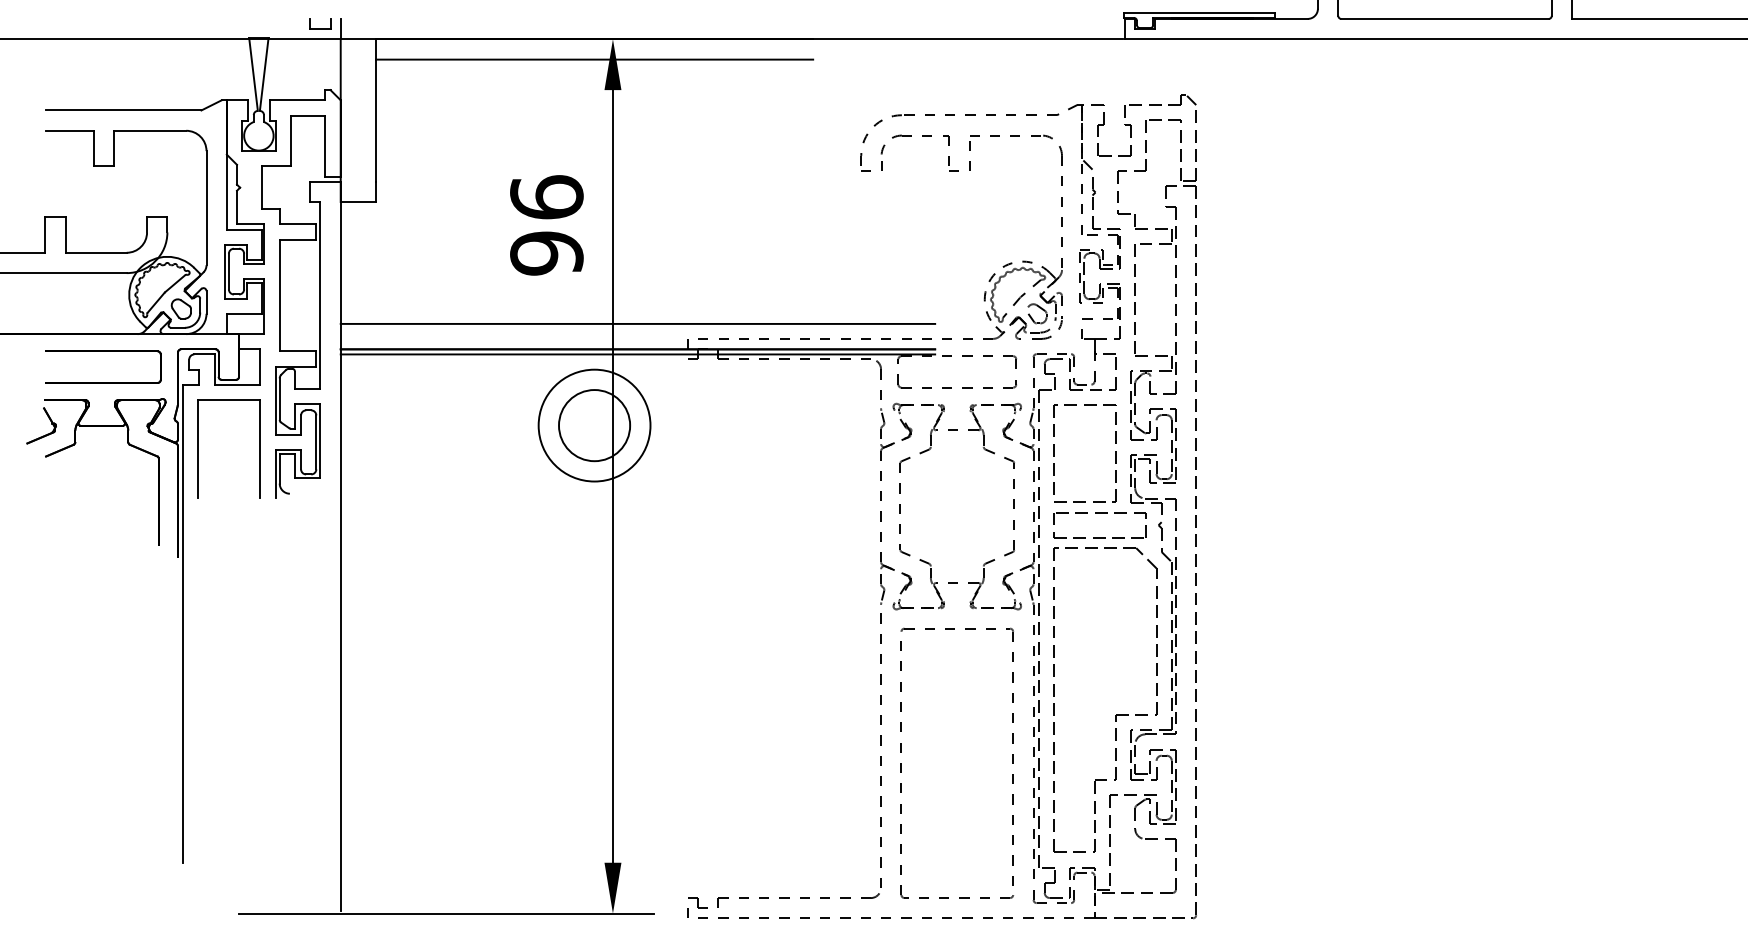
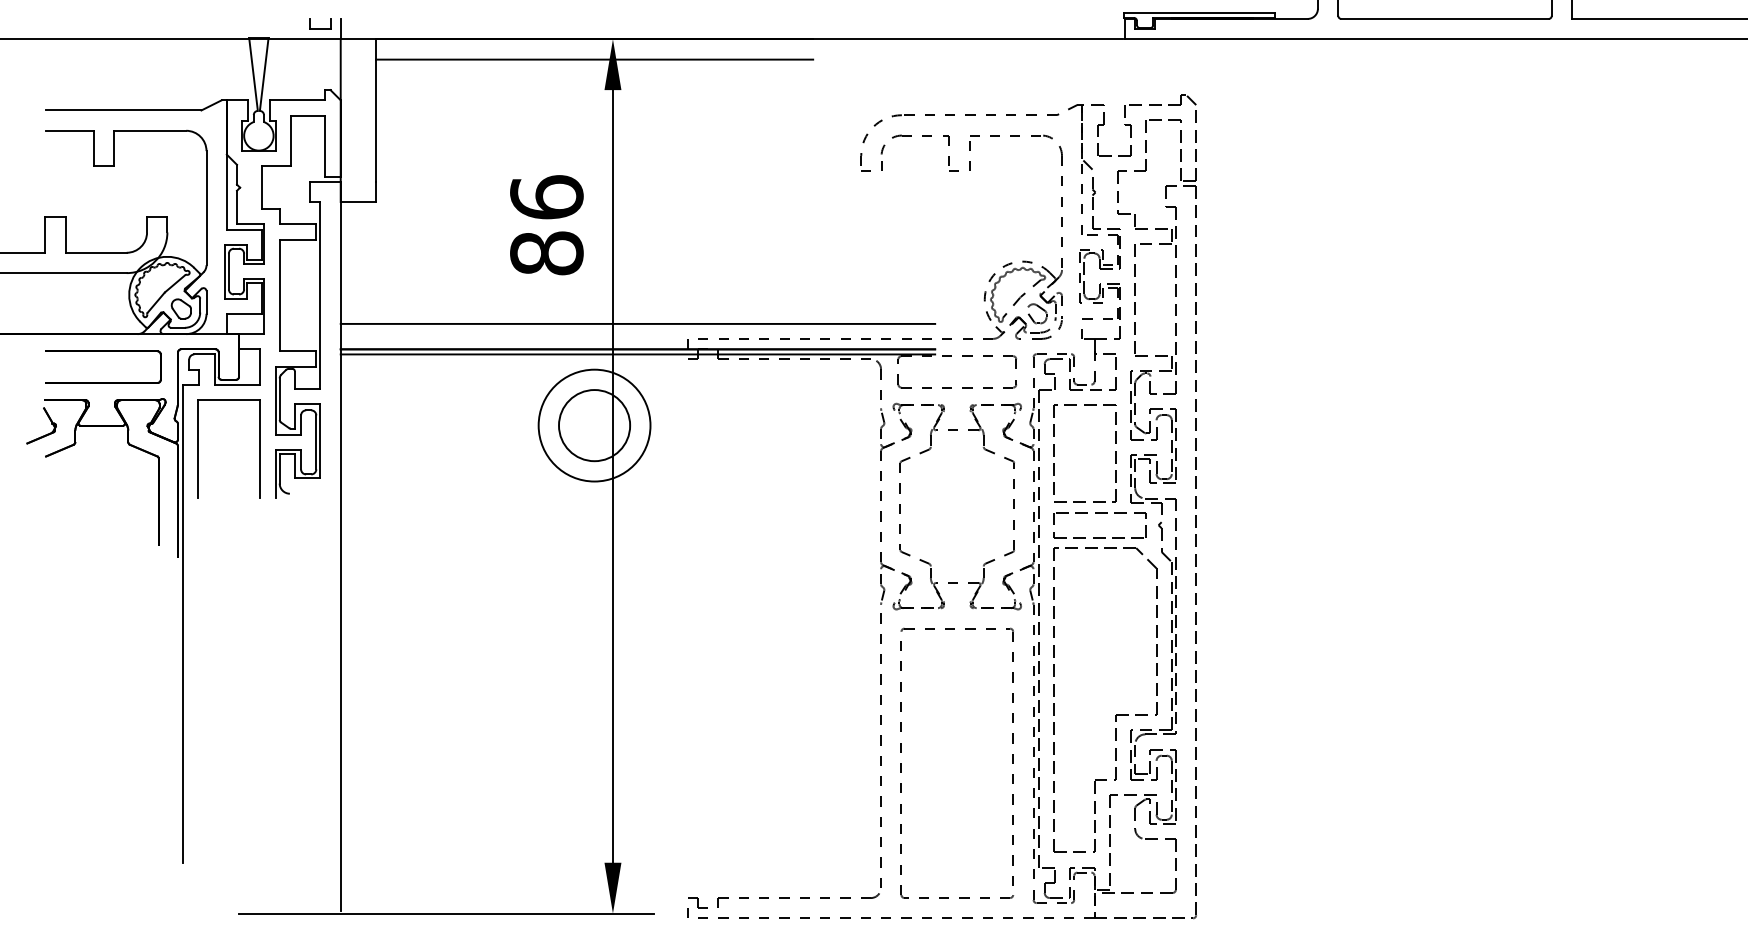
text at (546, 253): 96 -> 86
